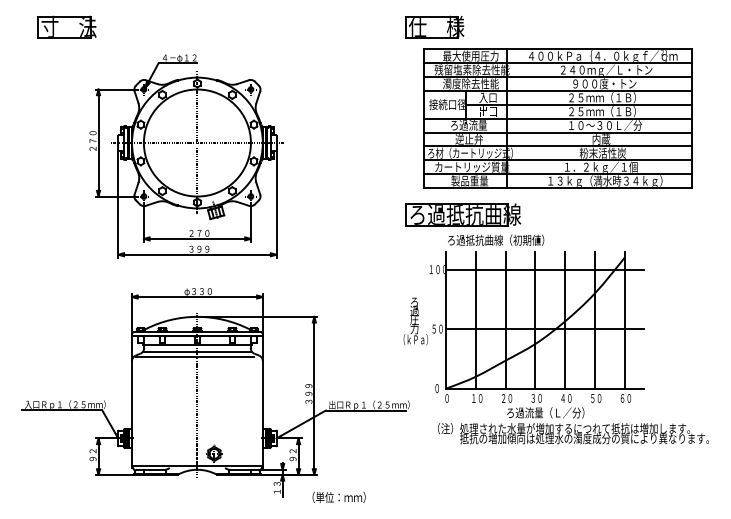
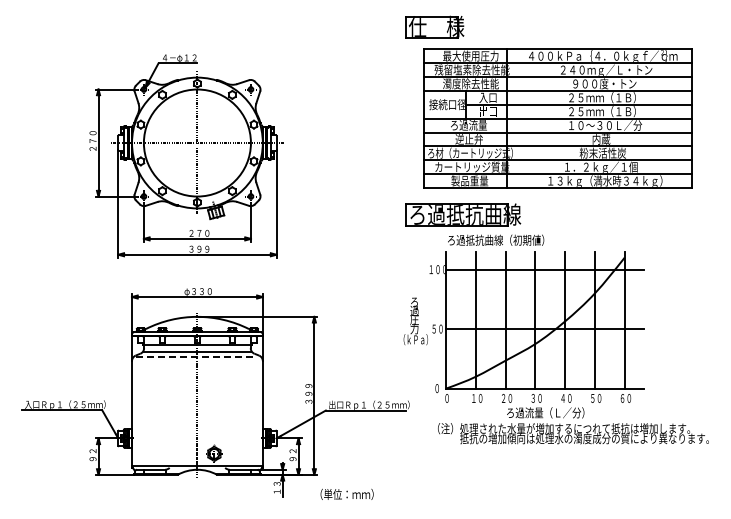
part at (66, 26): present -> none
line at (195, 357): solid -> dashed
text at (338, 496) position: (338, 496) -> (346, 493)
